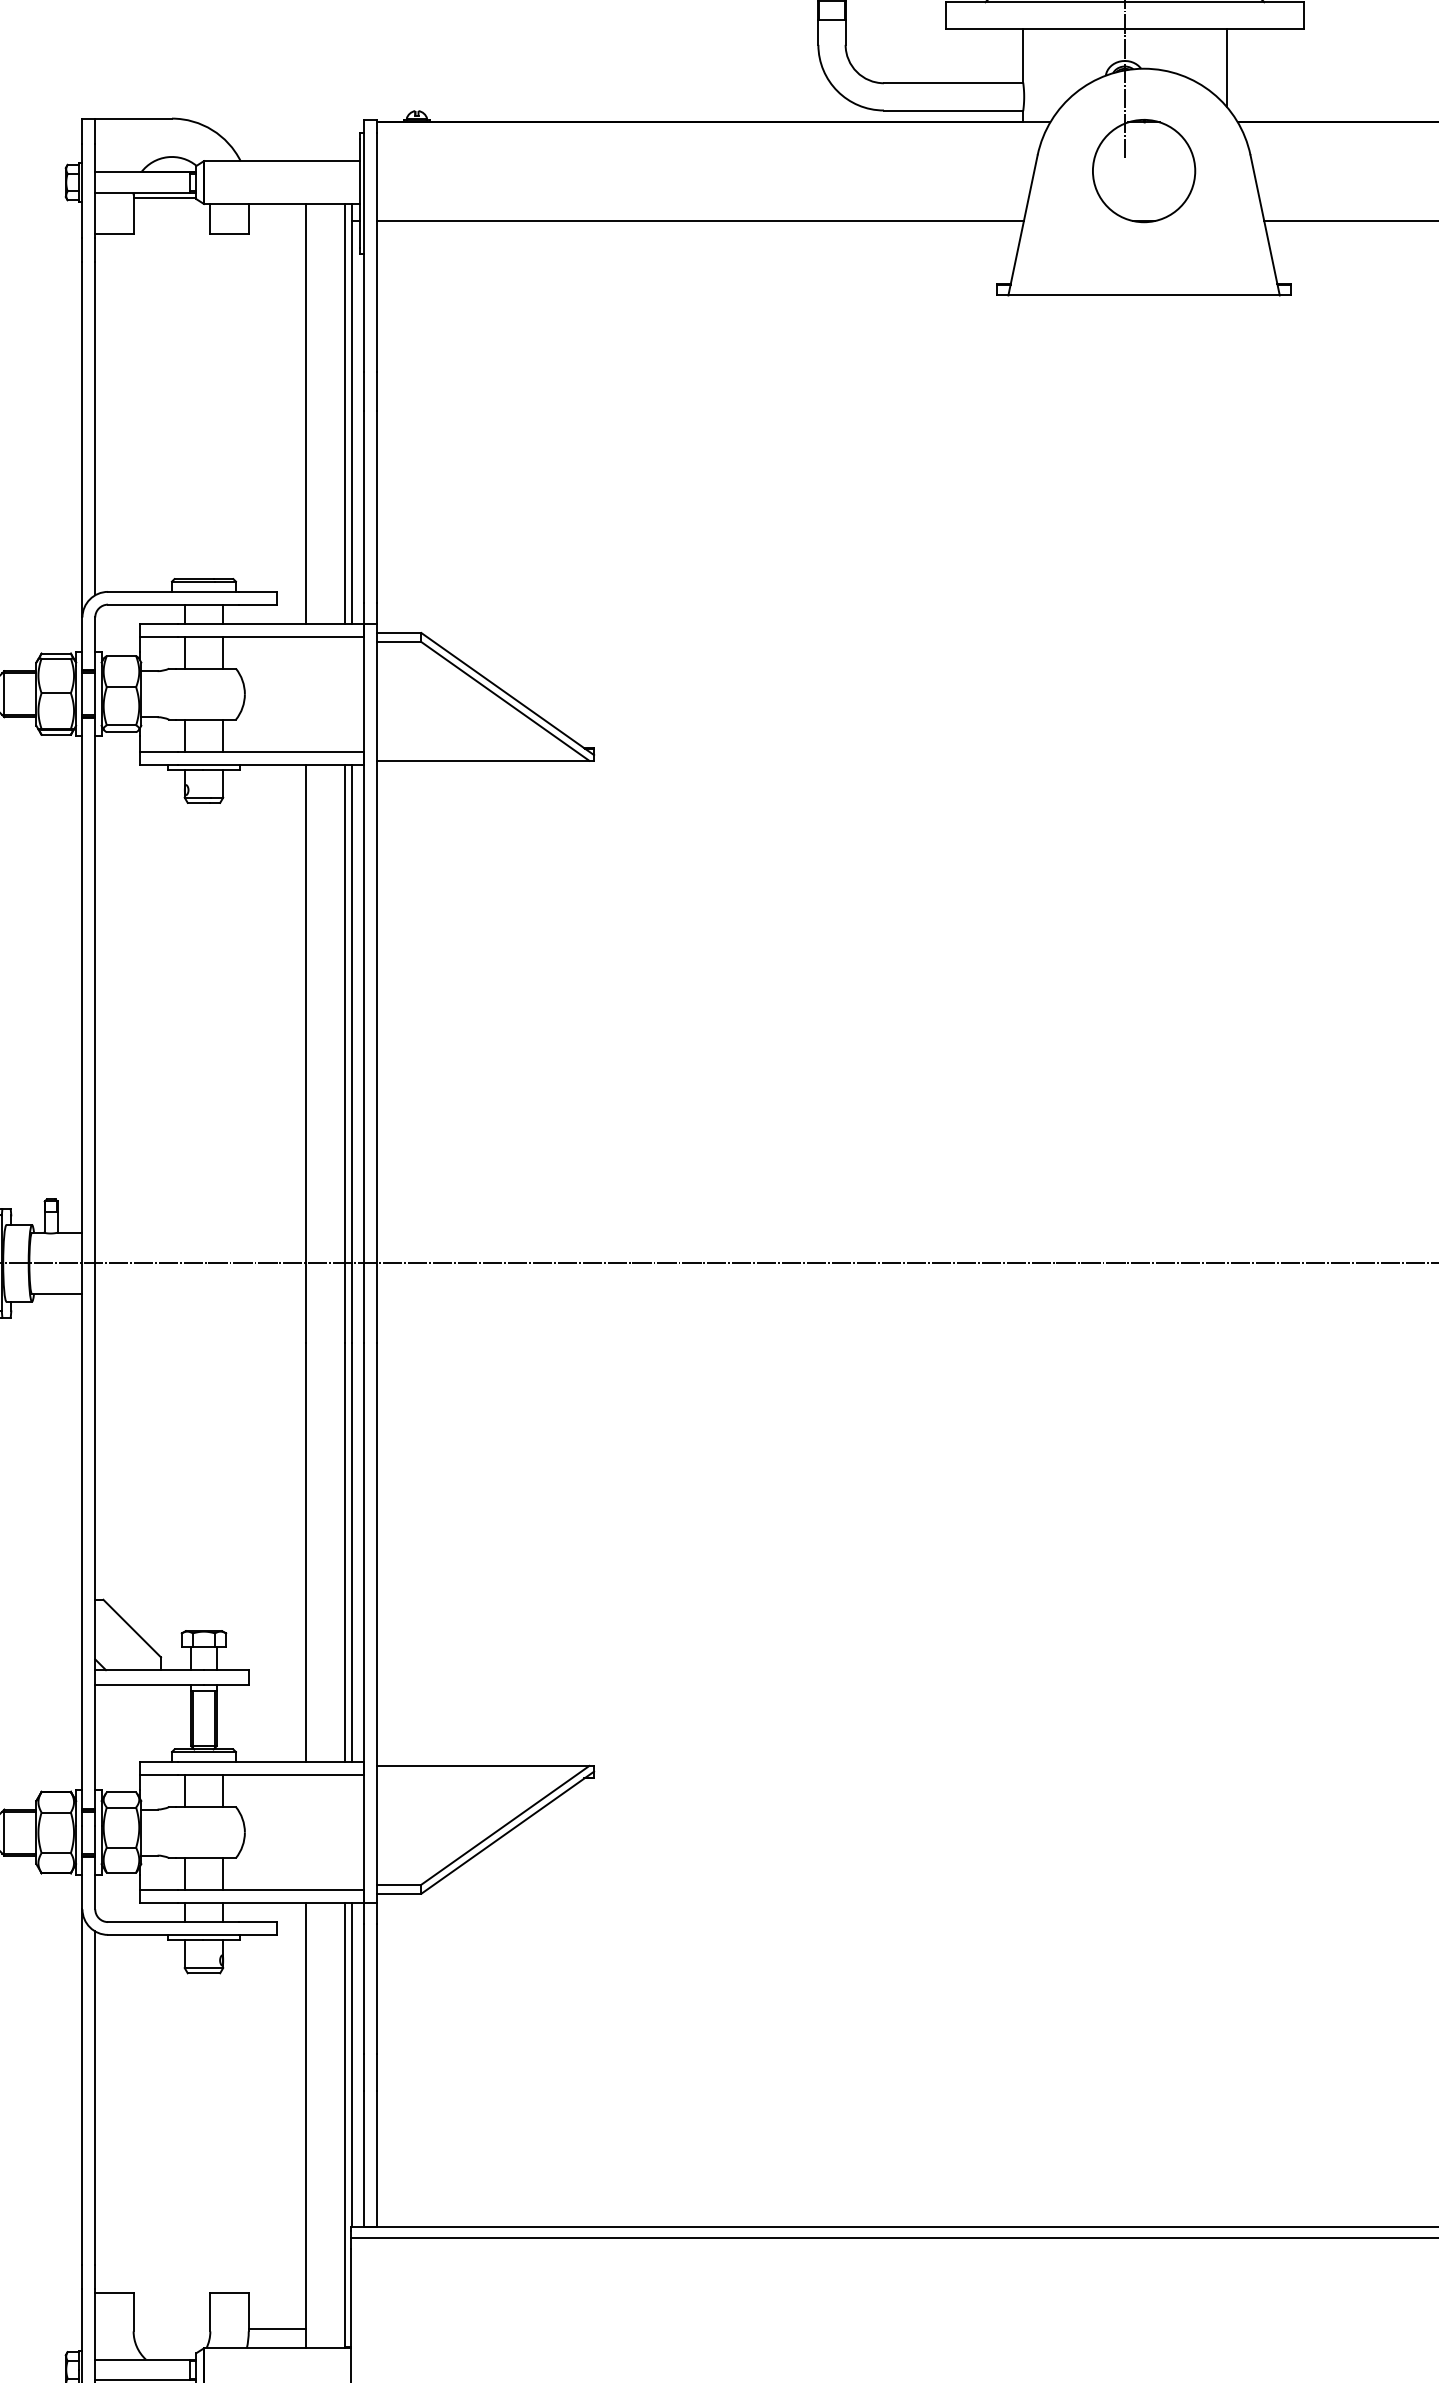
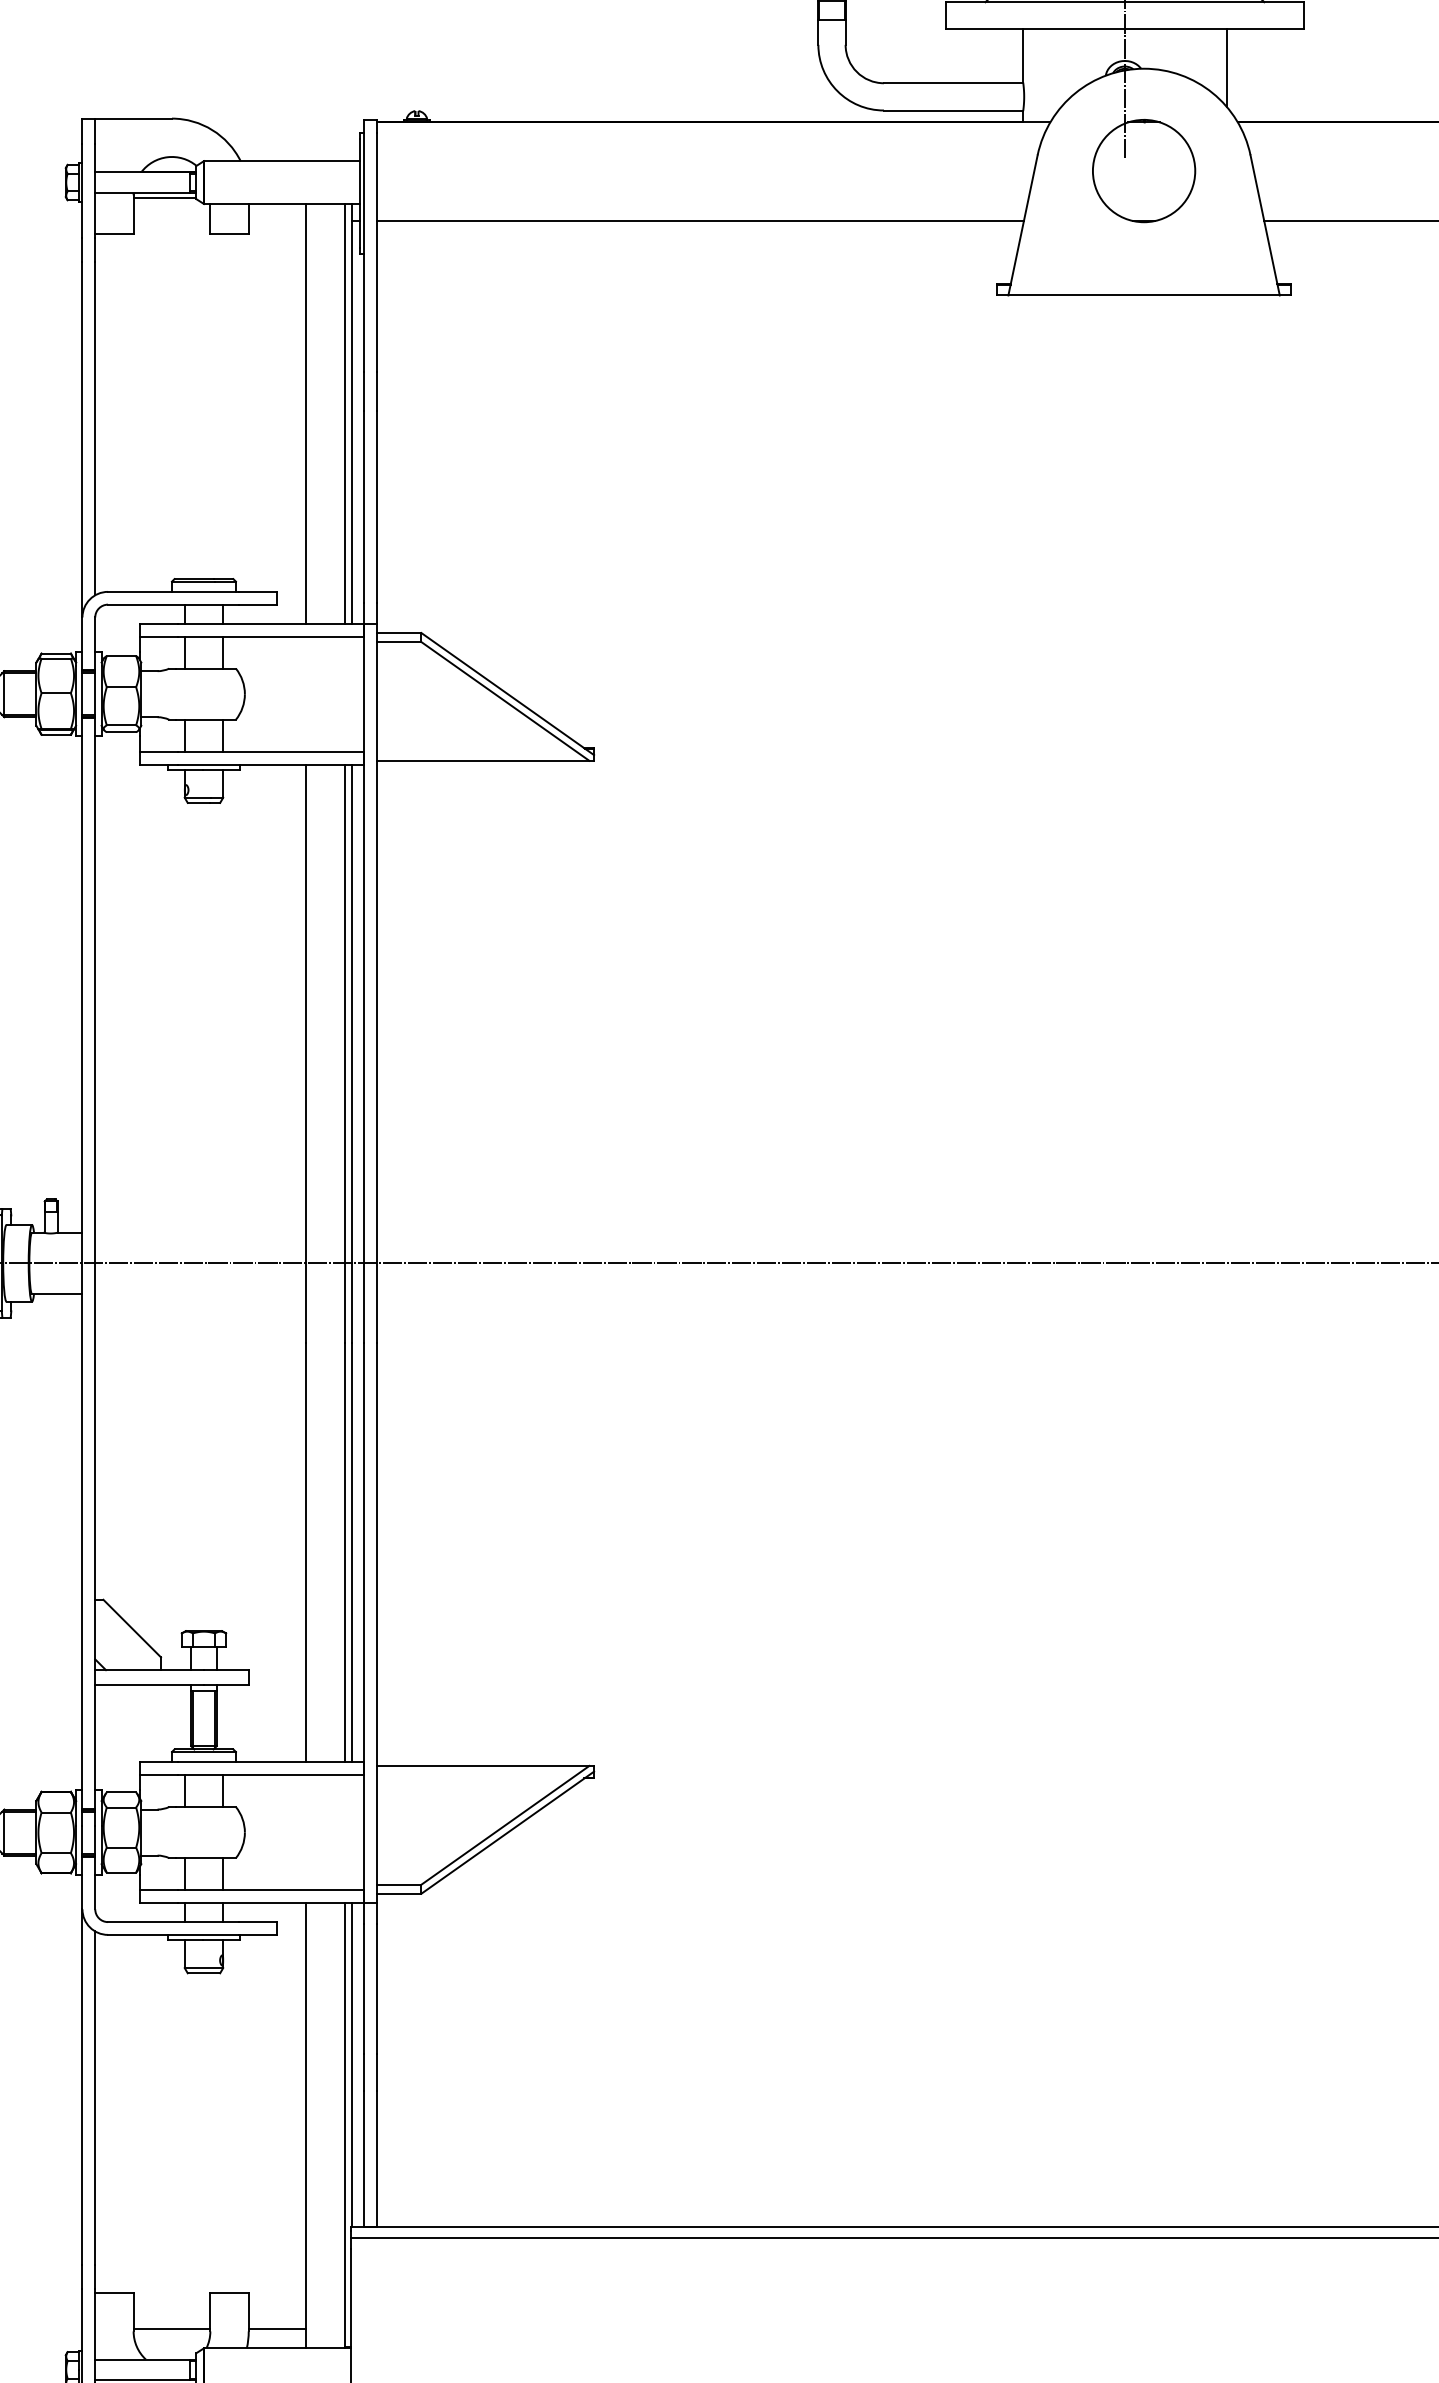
line at (171, 2328): none -> present
